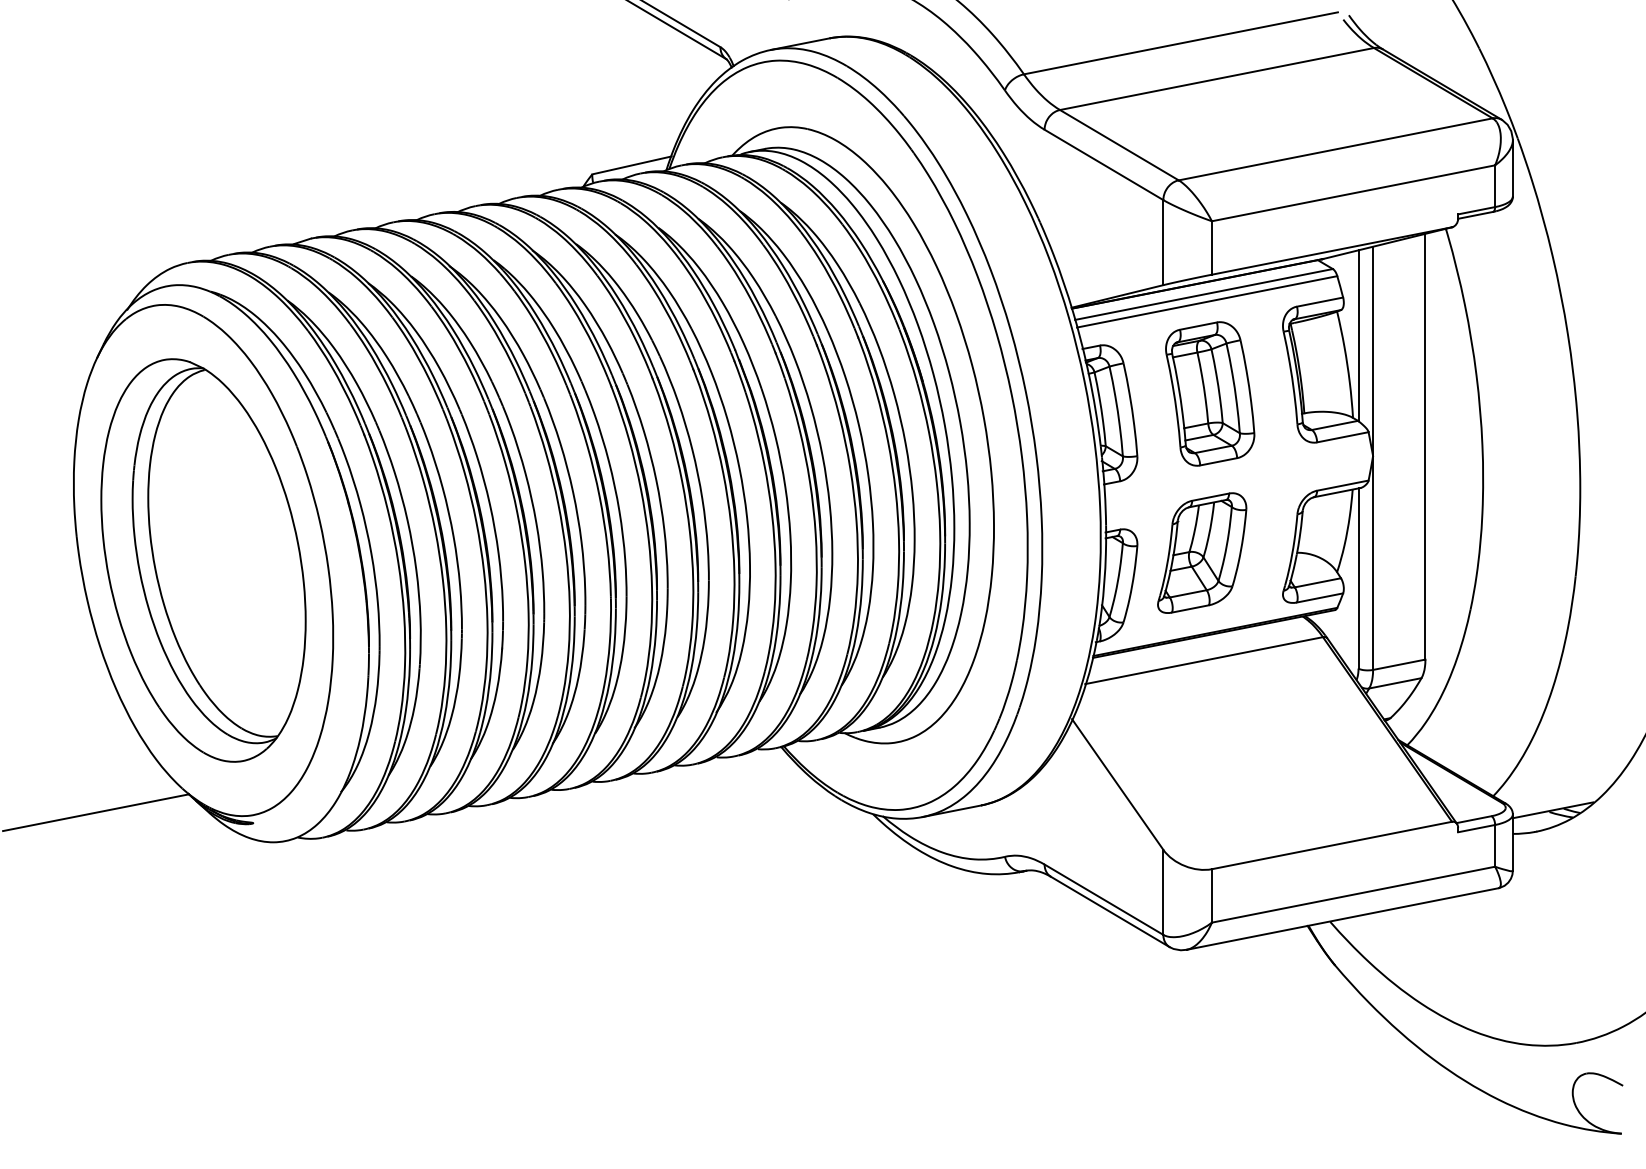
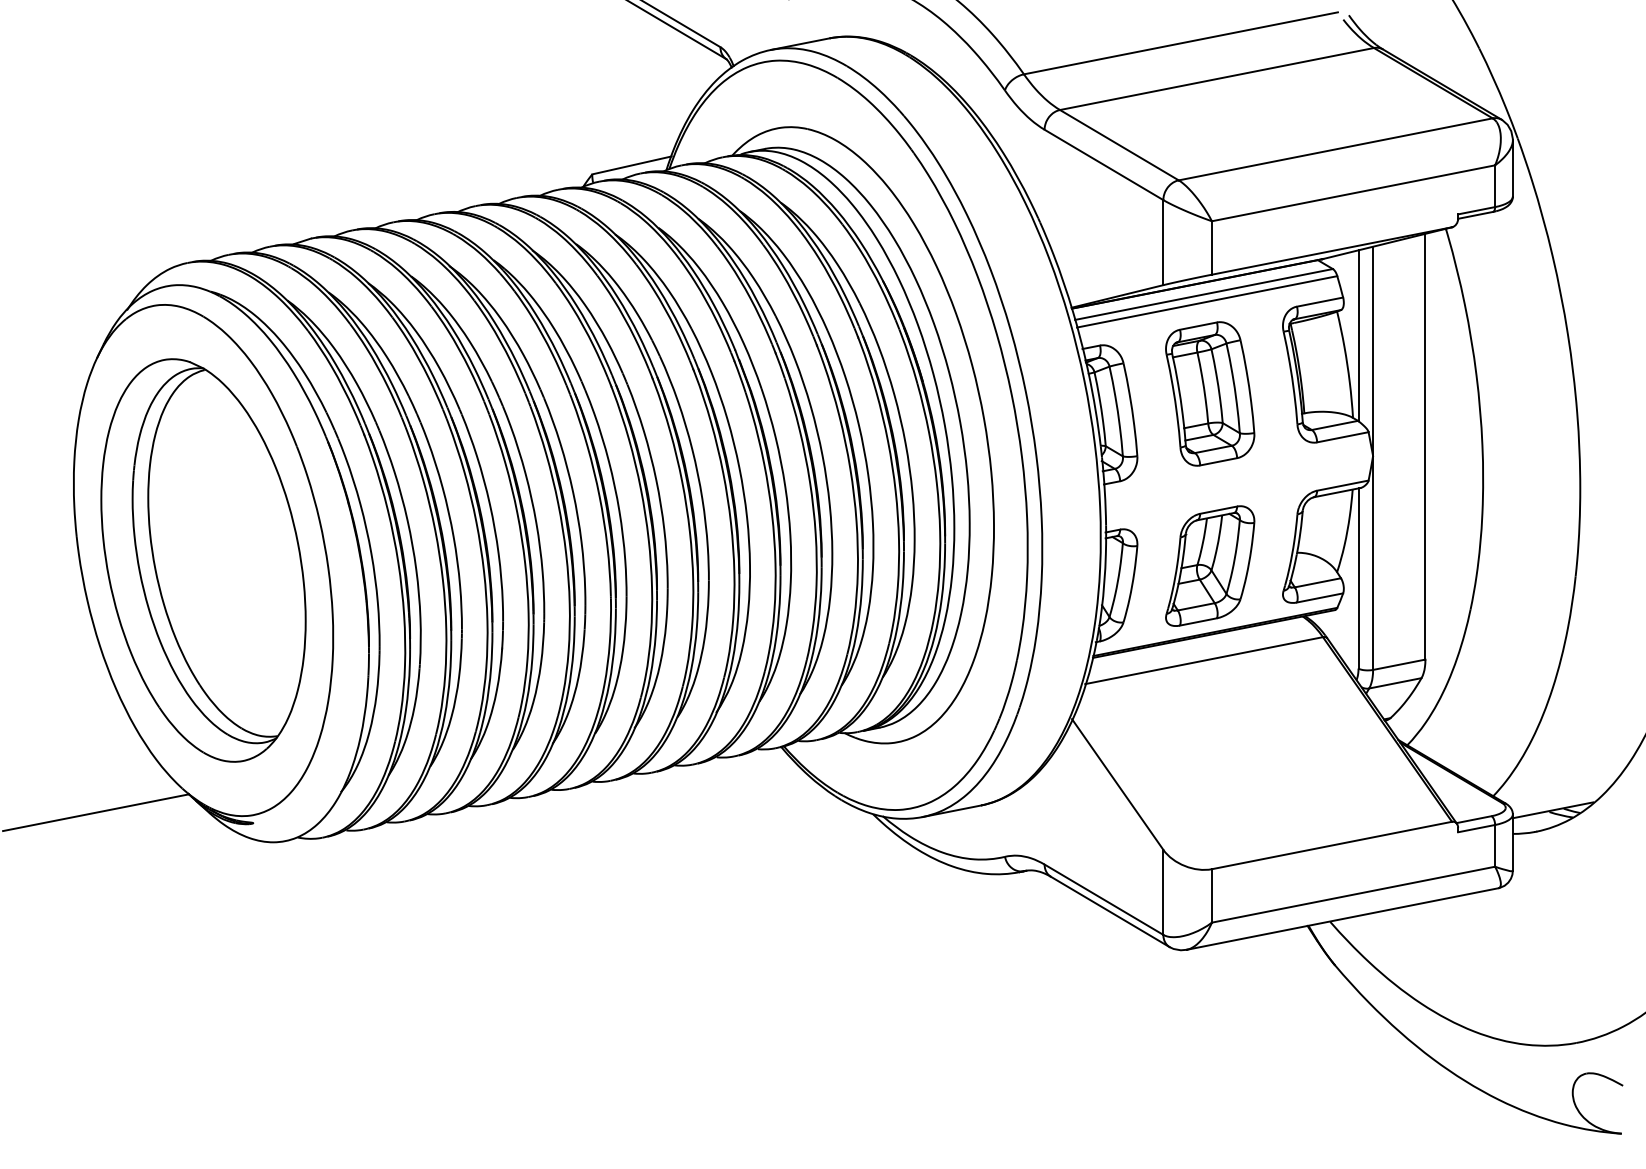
part at (1202, 552) position: (1202, 552) -> (1210, 565)
